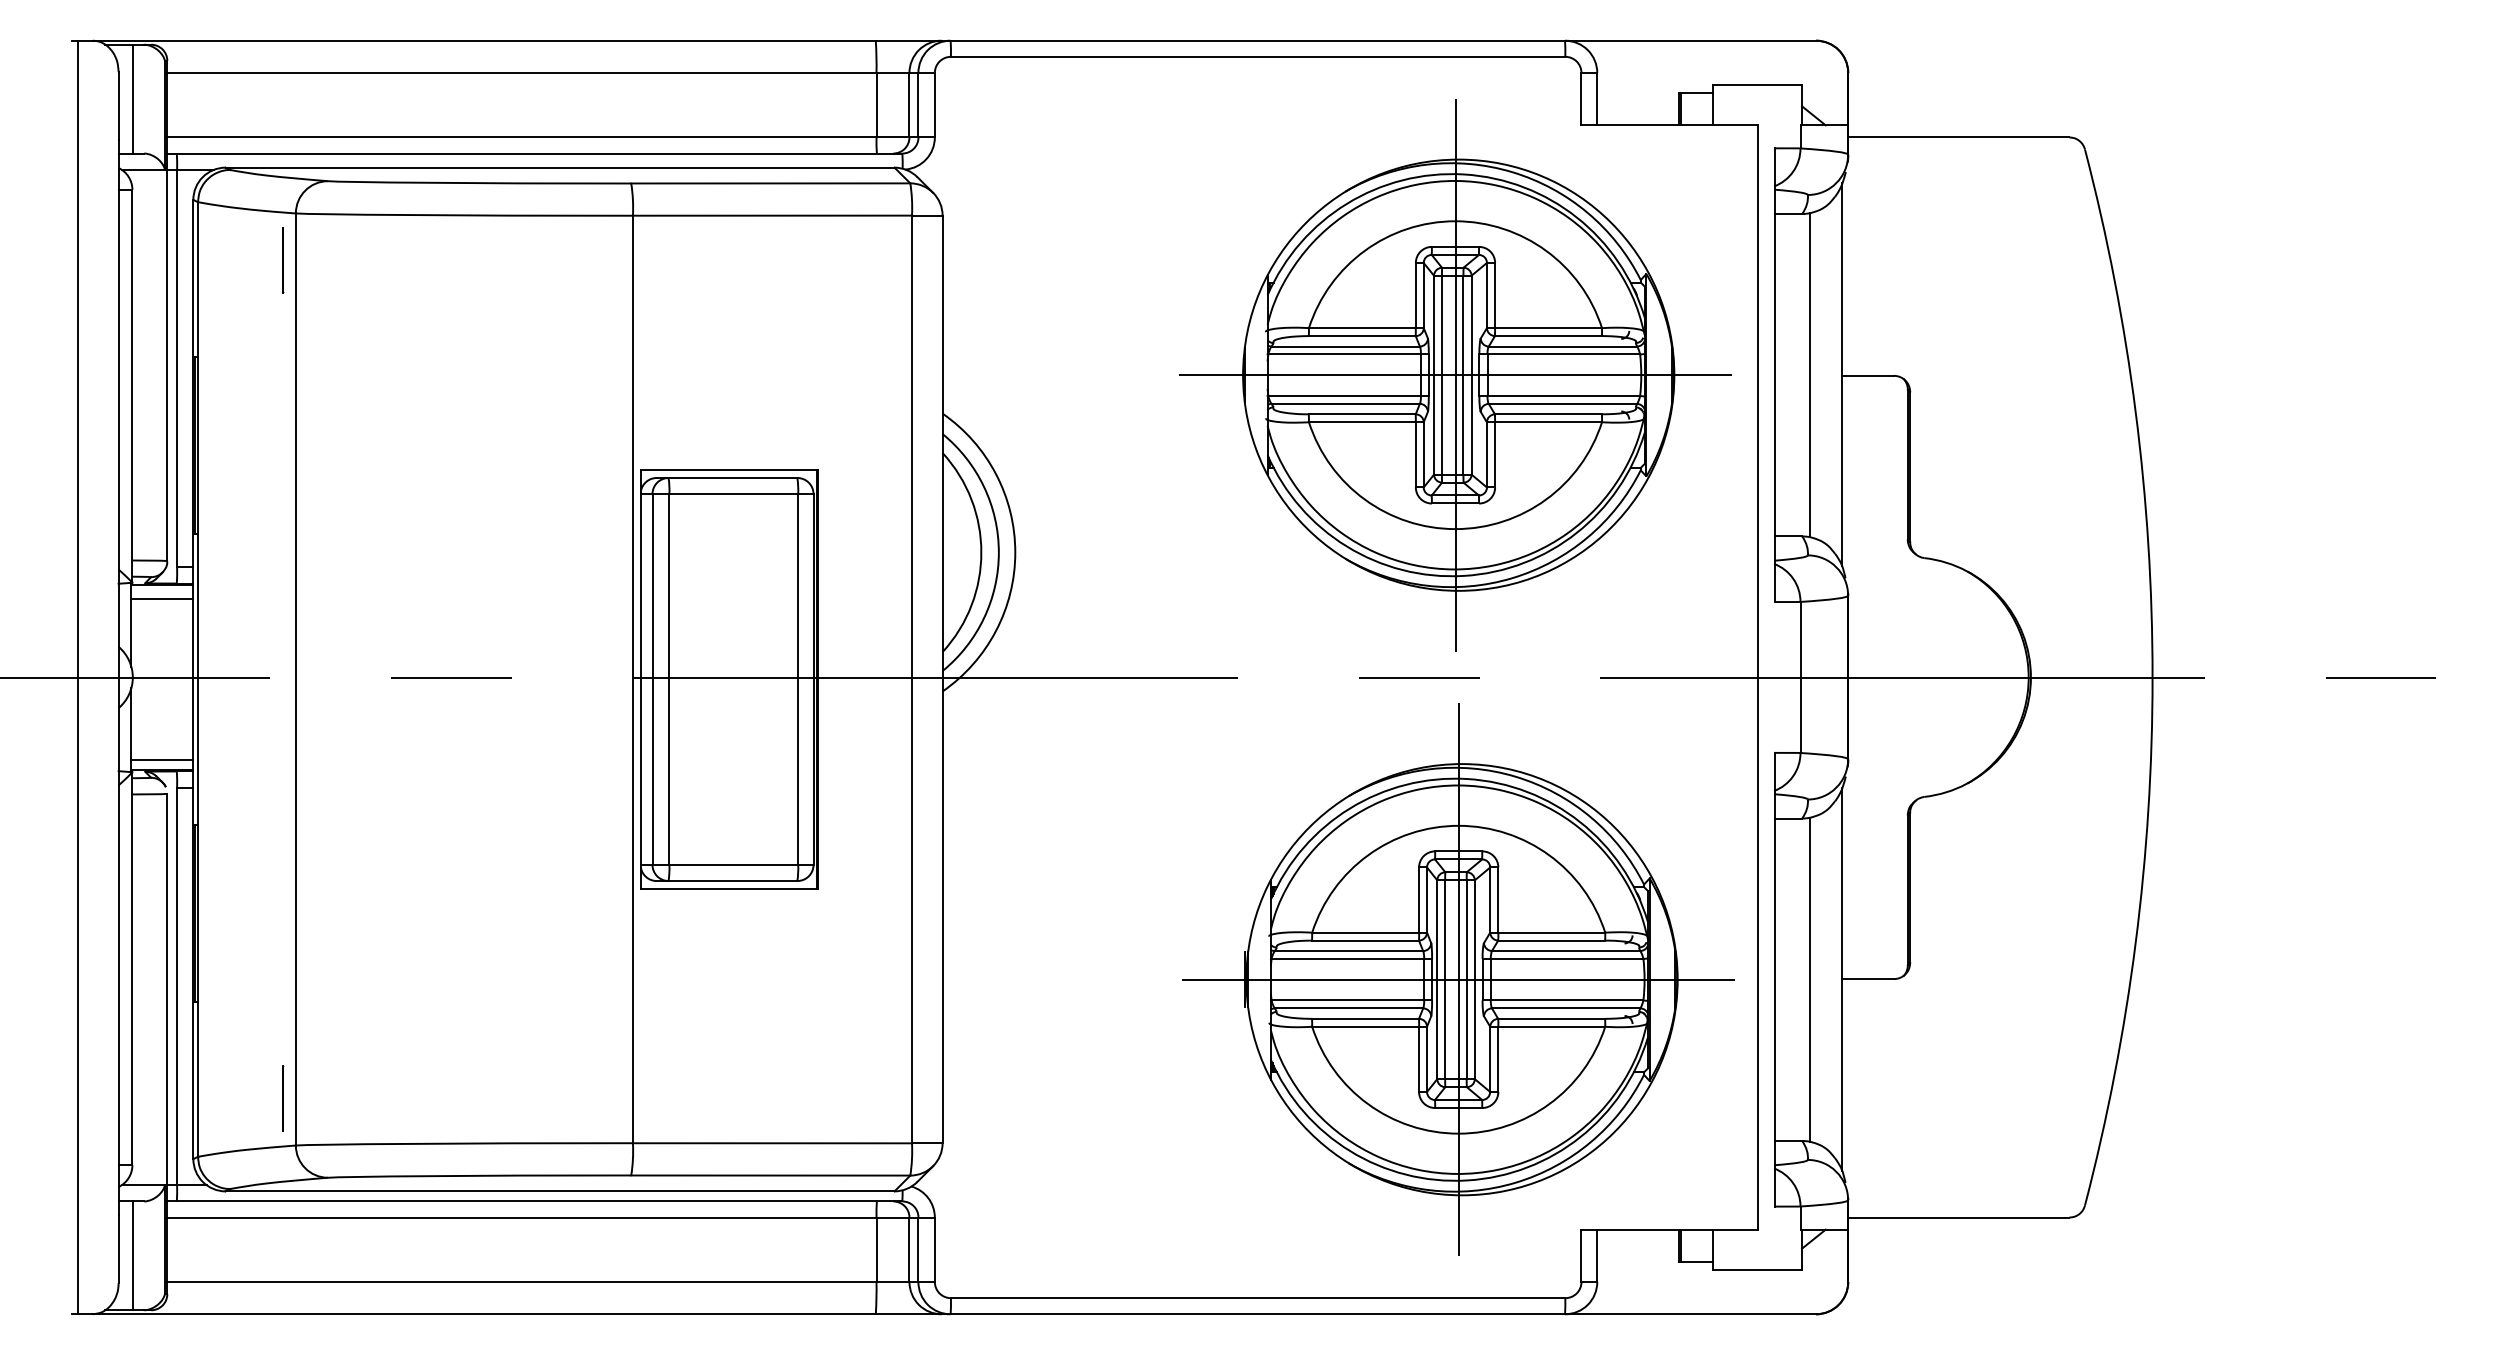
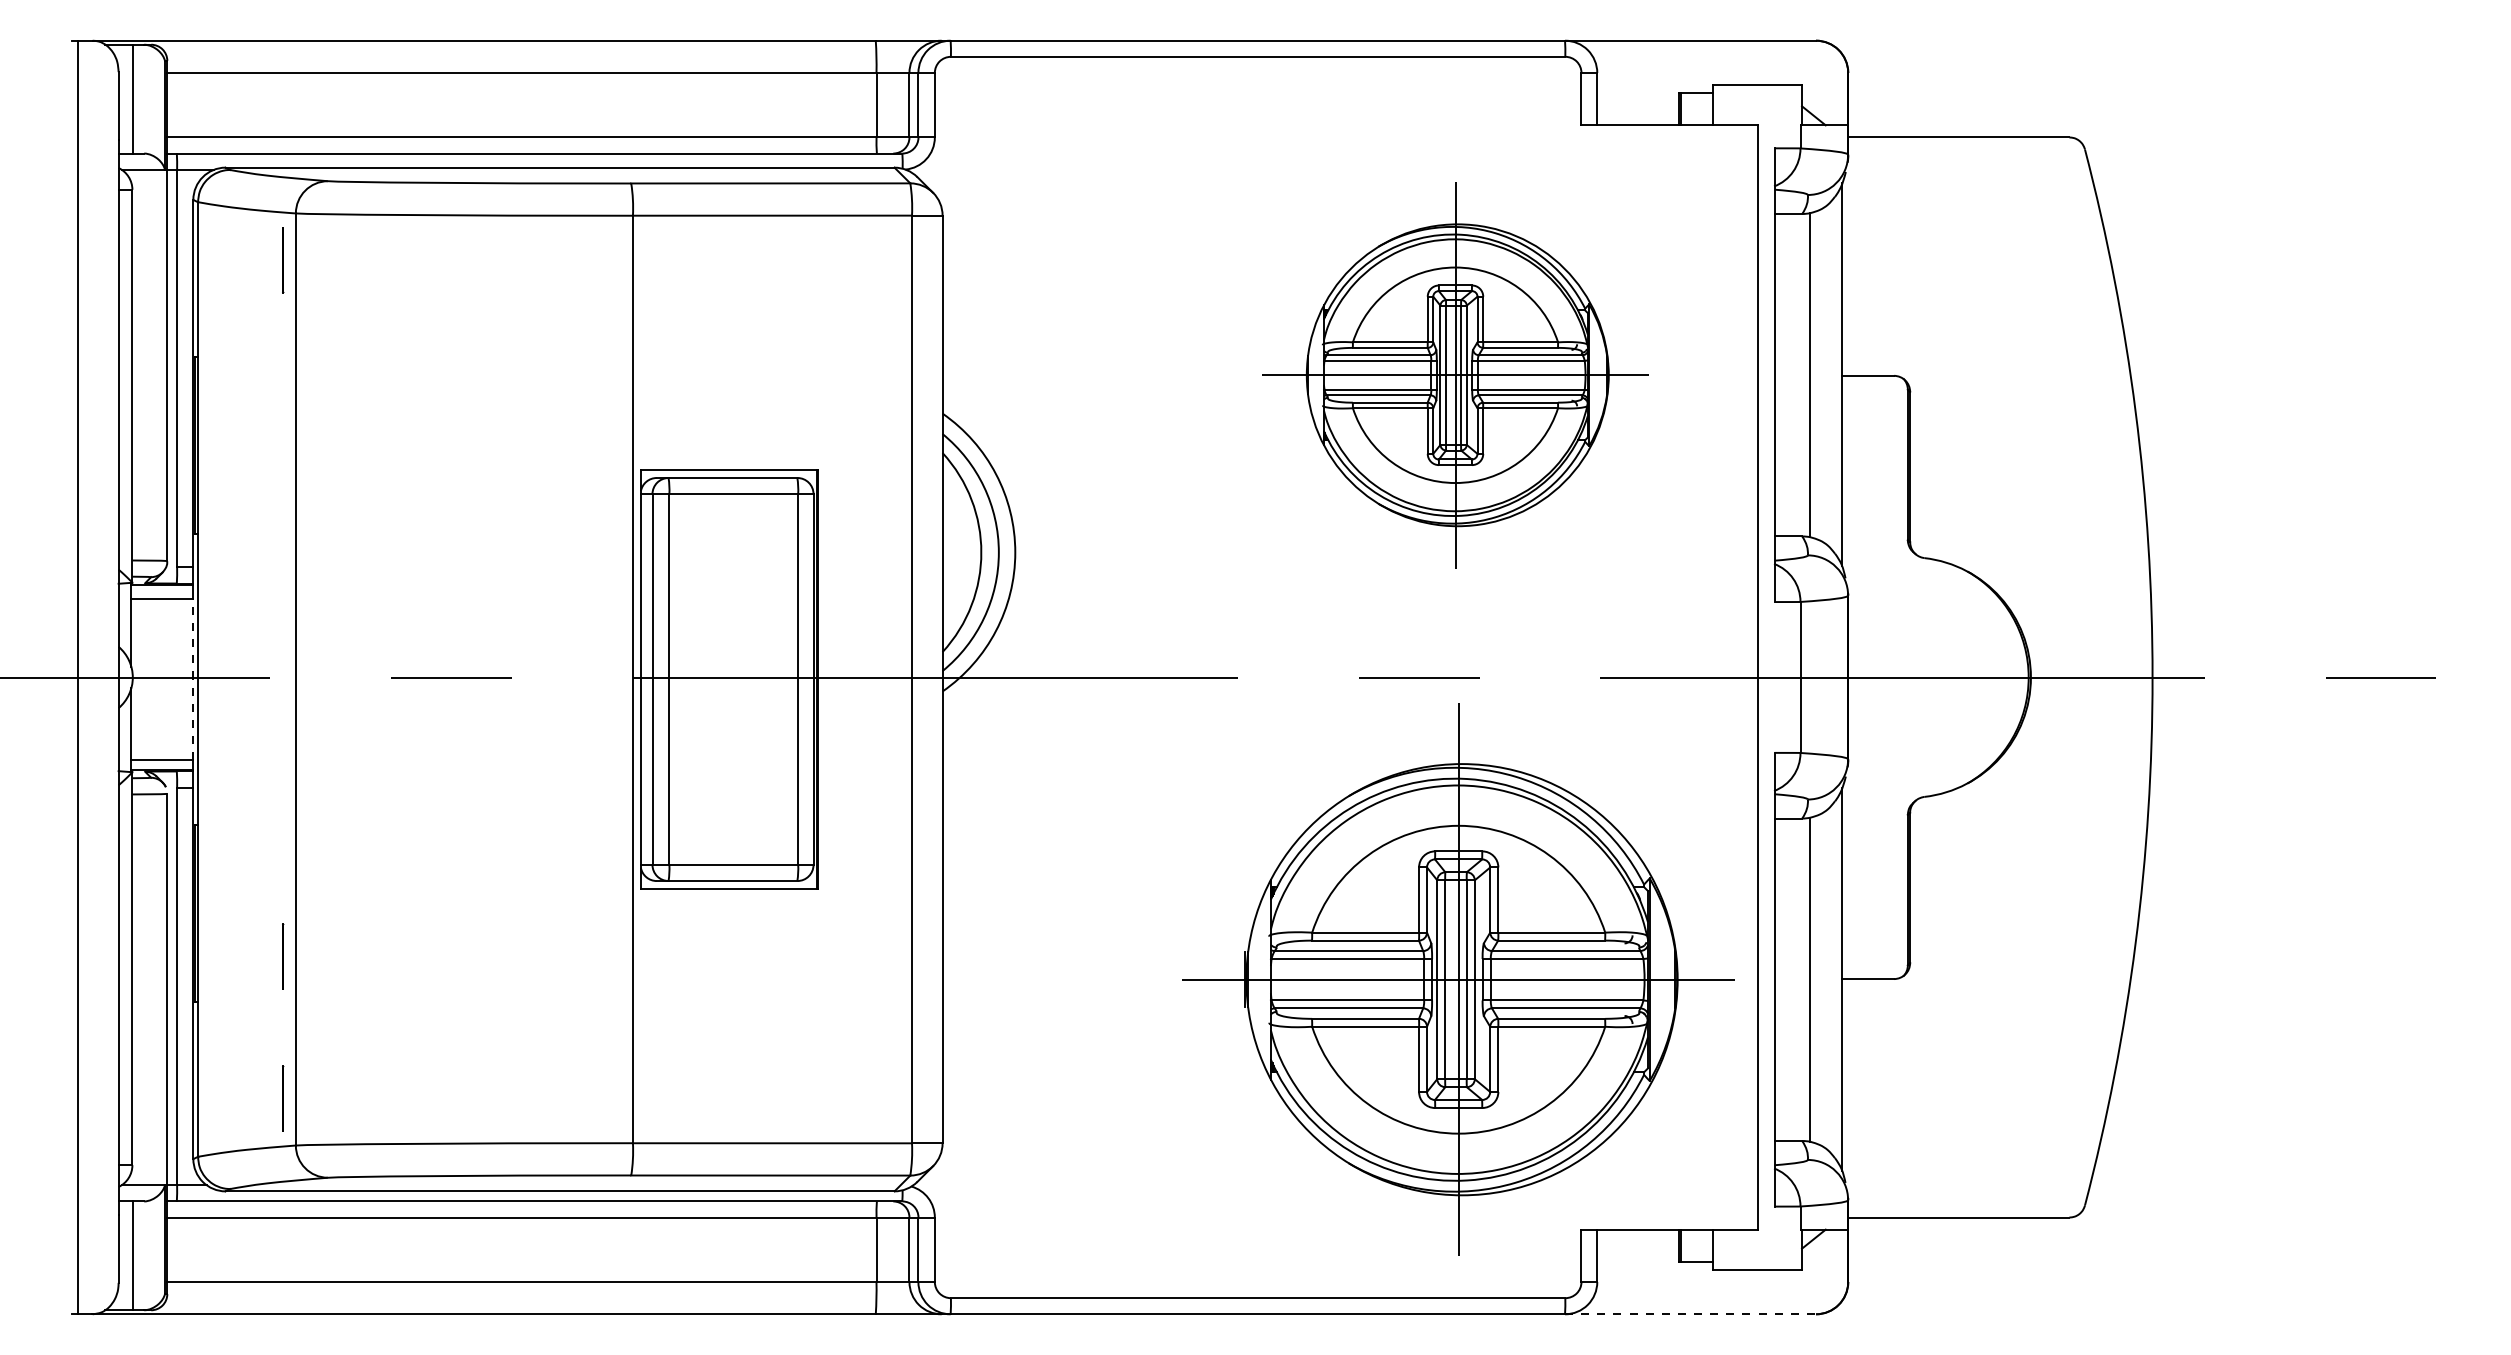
part at (1455, 375) size: 553x553 px -> 387x387 px
line at (193, 679): solid -> dashed
line at (283, 956): none -> present
line at (1691, 1314): solid -> dashed
